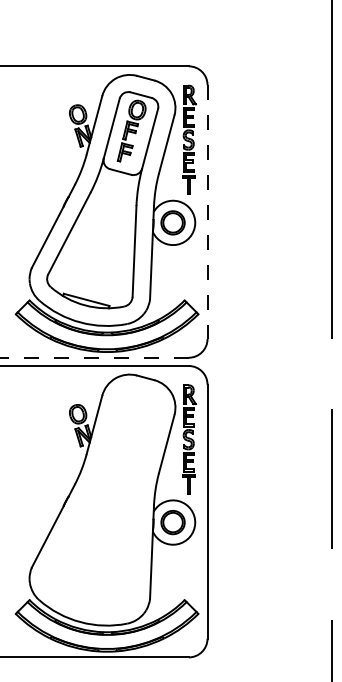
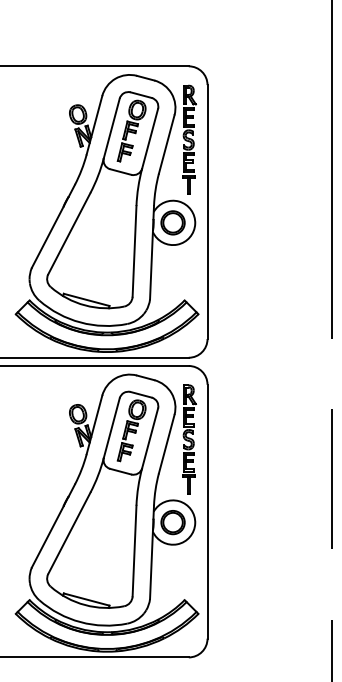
line at (207, 212): dashed -> solid
line at (93, 357): dashed -> solid
part at (102, 499): none -> present
